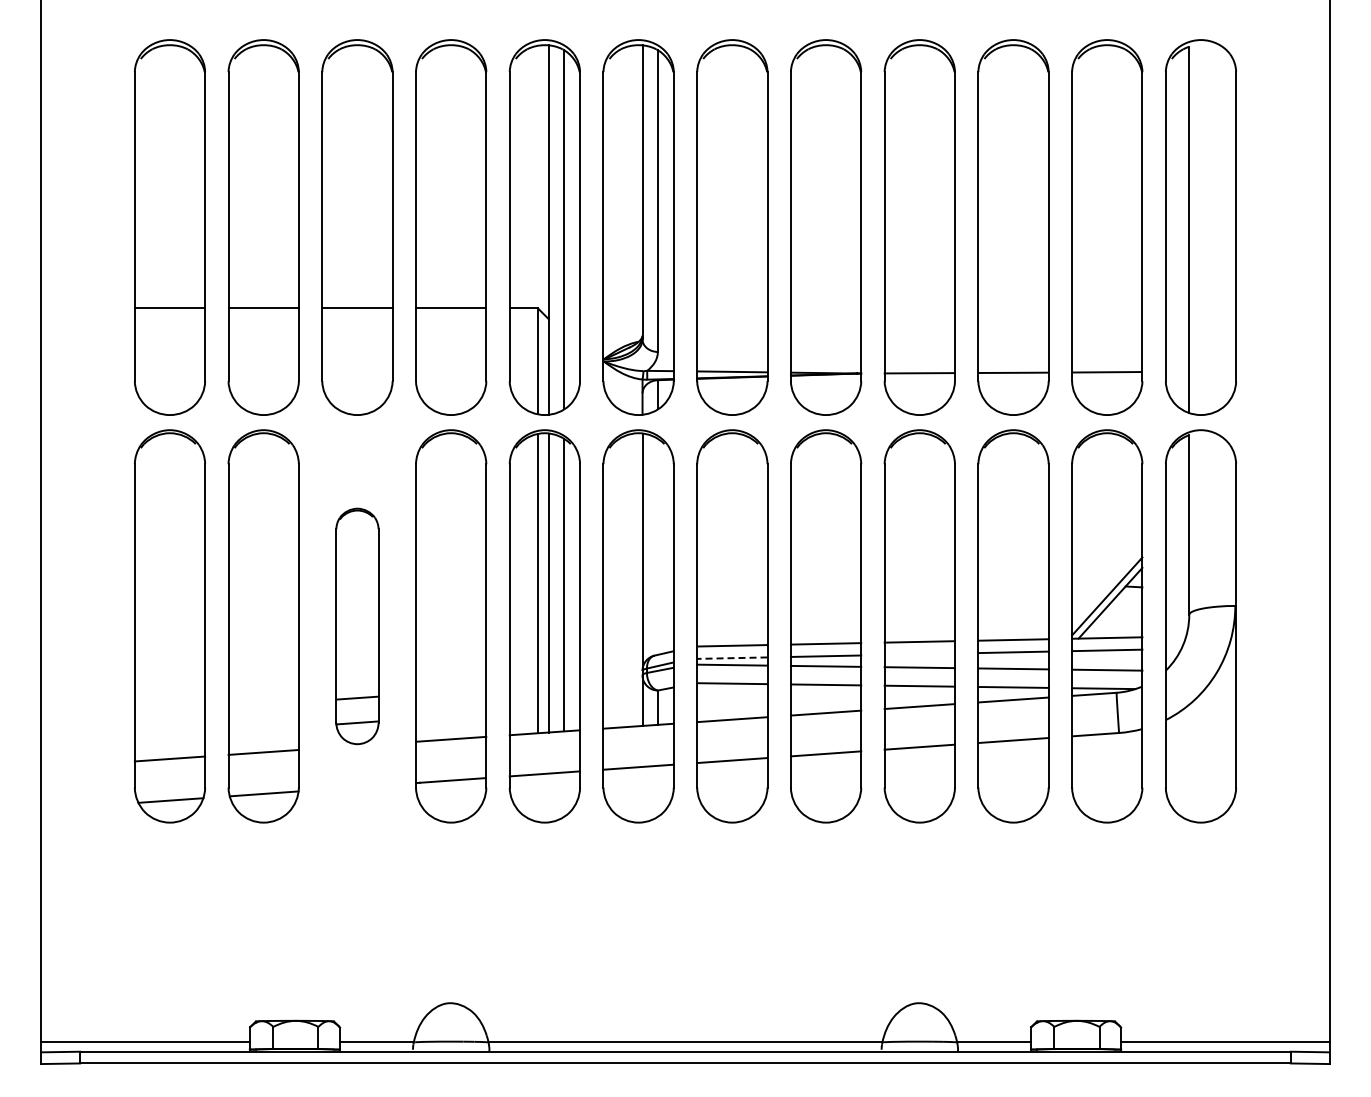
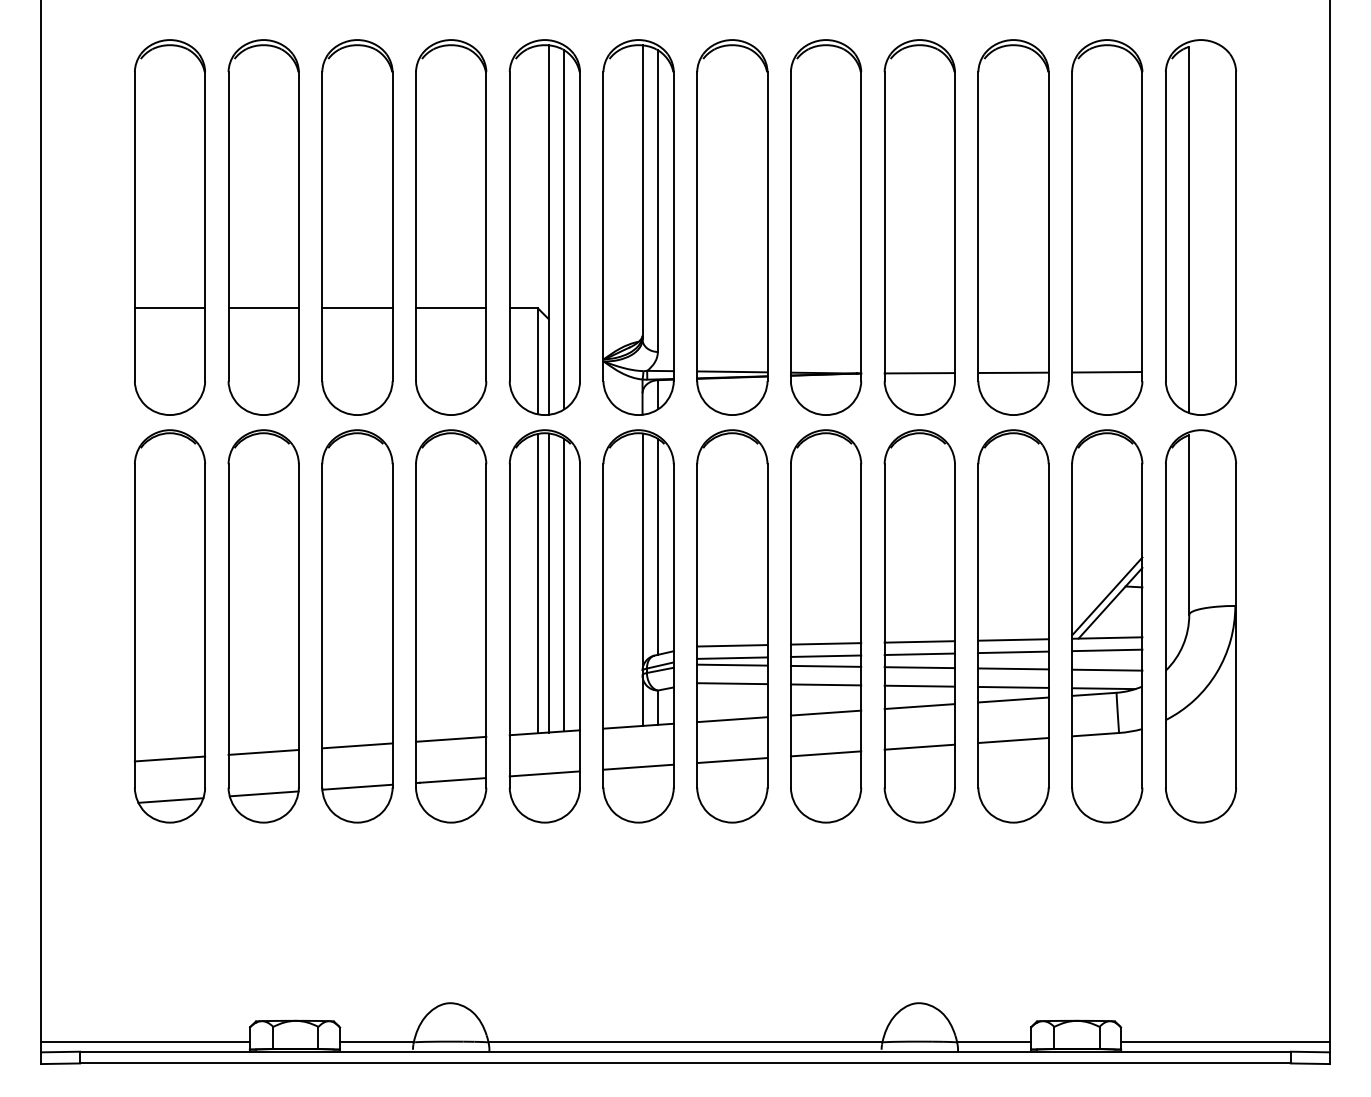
line at (657, 546): none -> present
part at (357, 626) size: 45x239 px -> 73x395 px
line at (919, 654): none -> present
line at (731, 658): dashed -> solid
